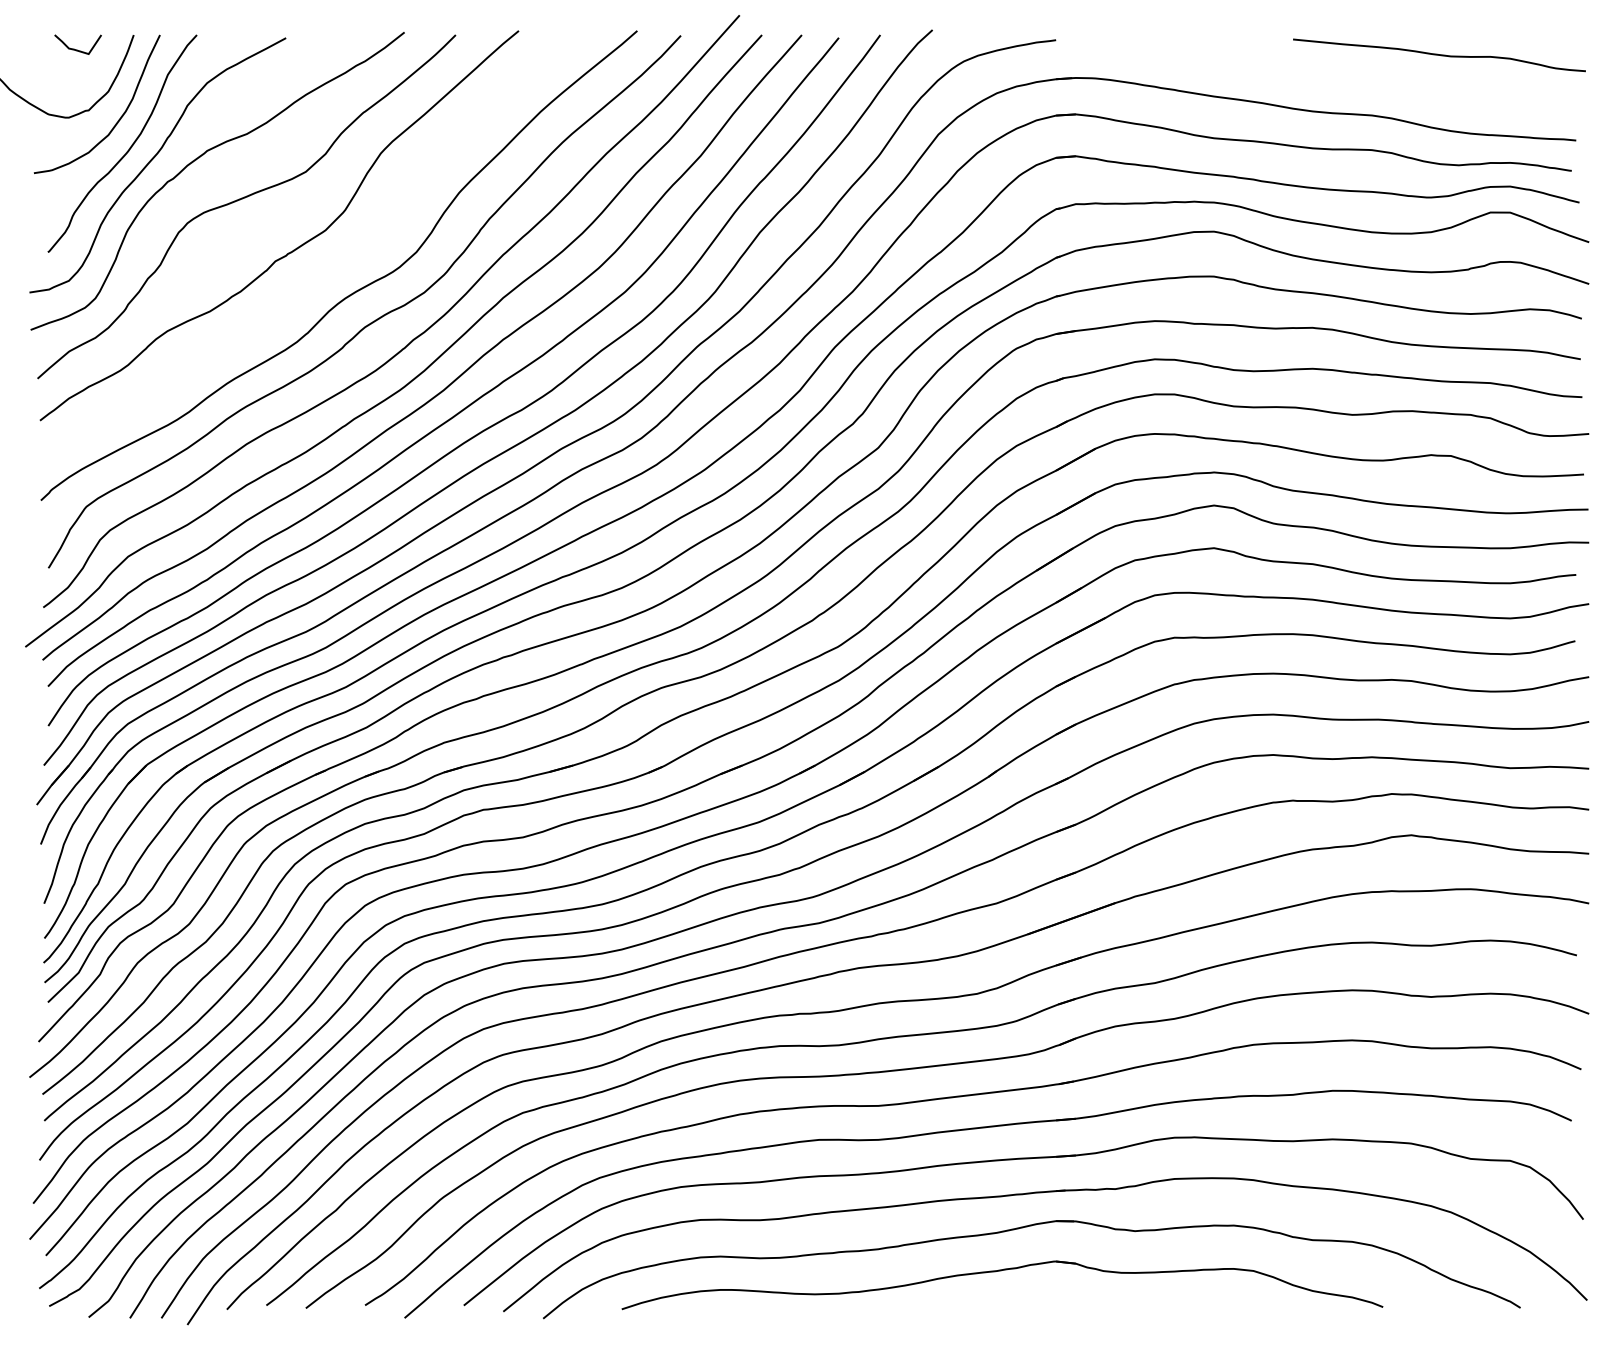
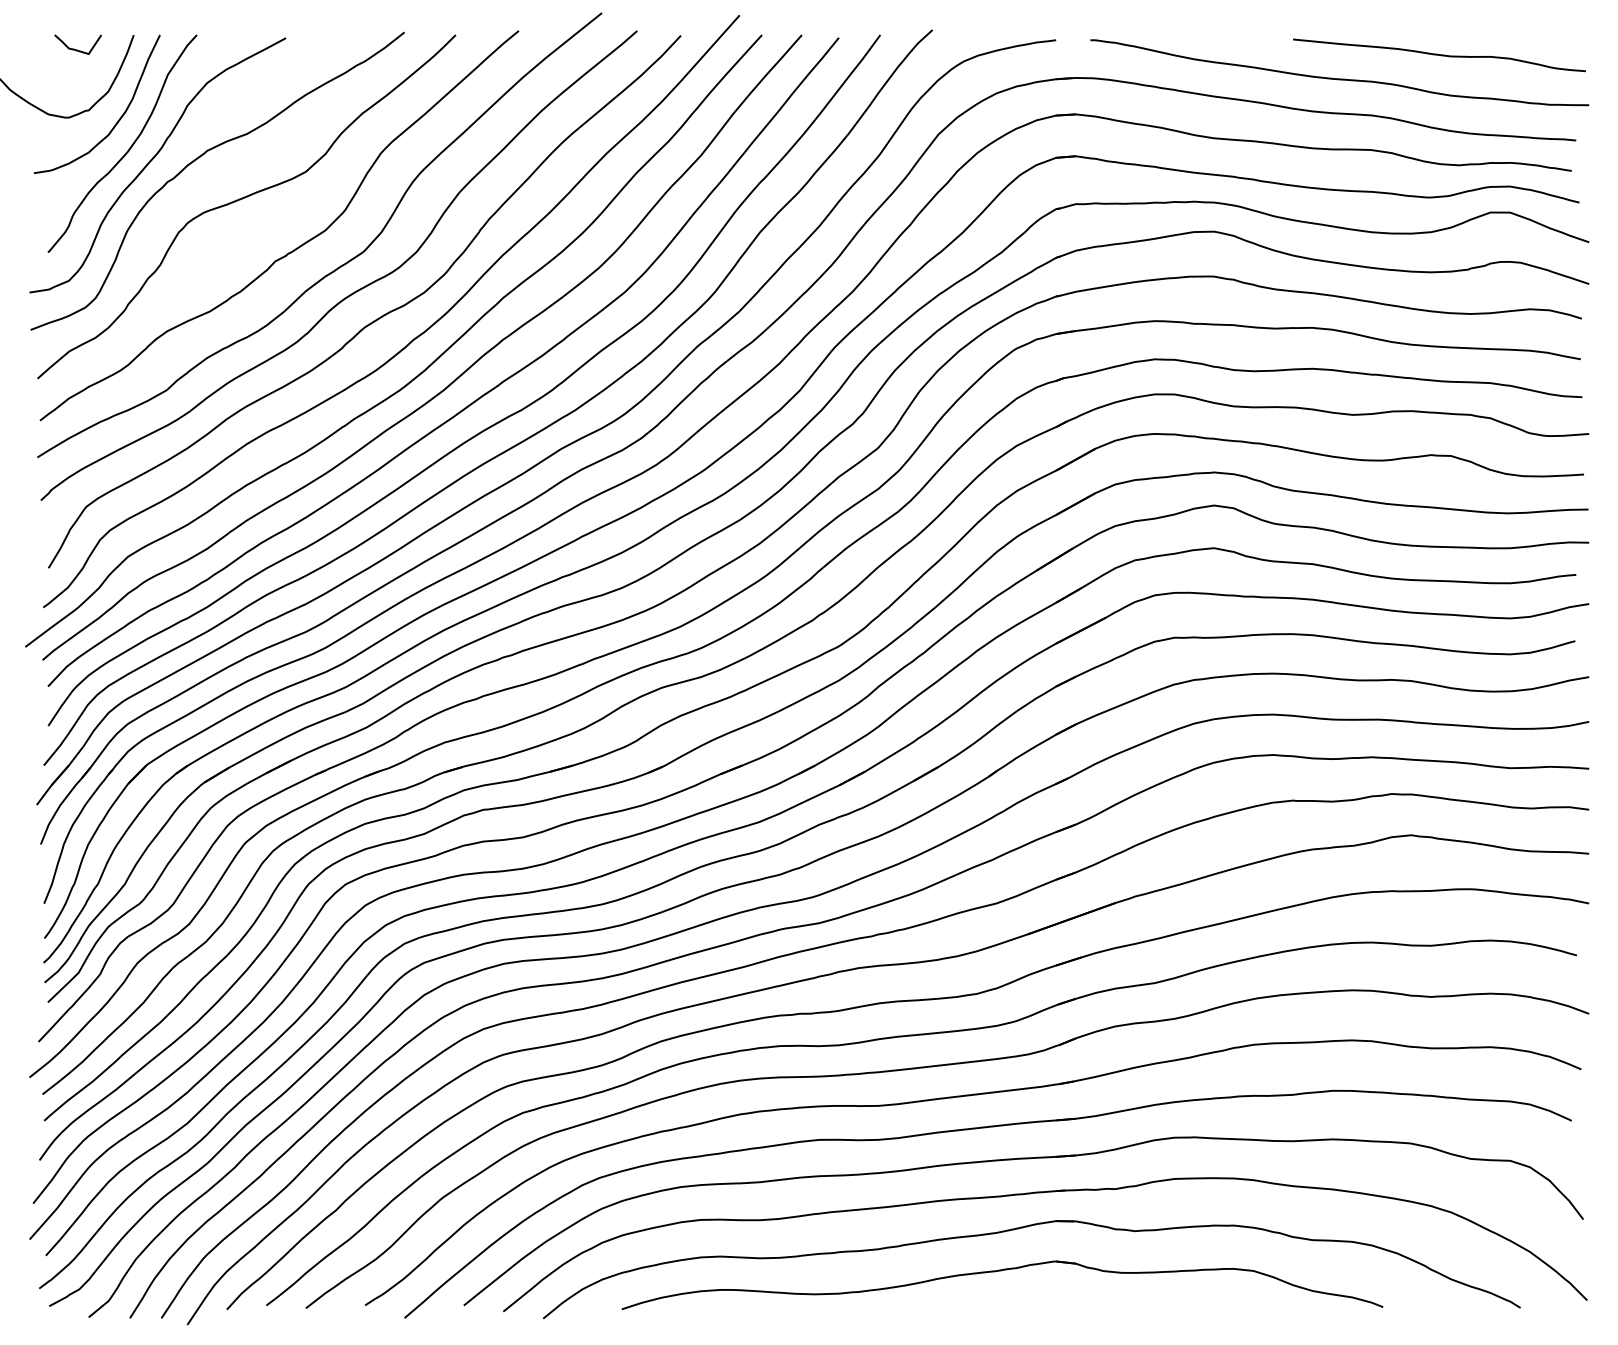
curve at (1339, 78): none -> present
curve at (340, 265): none -> present
